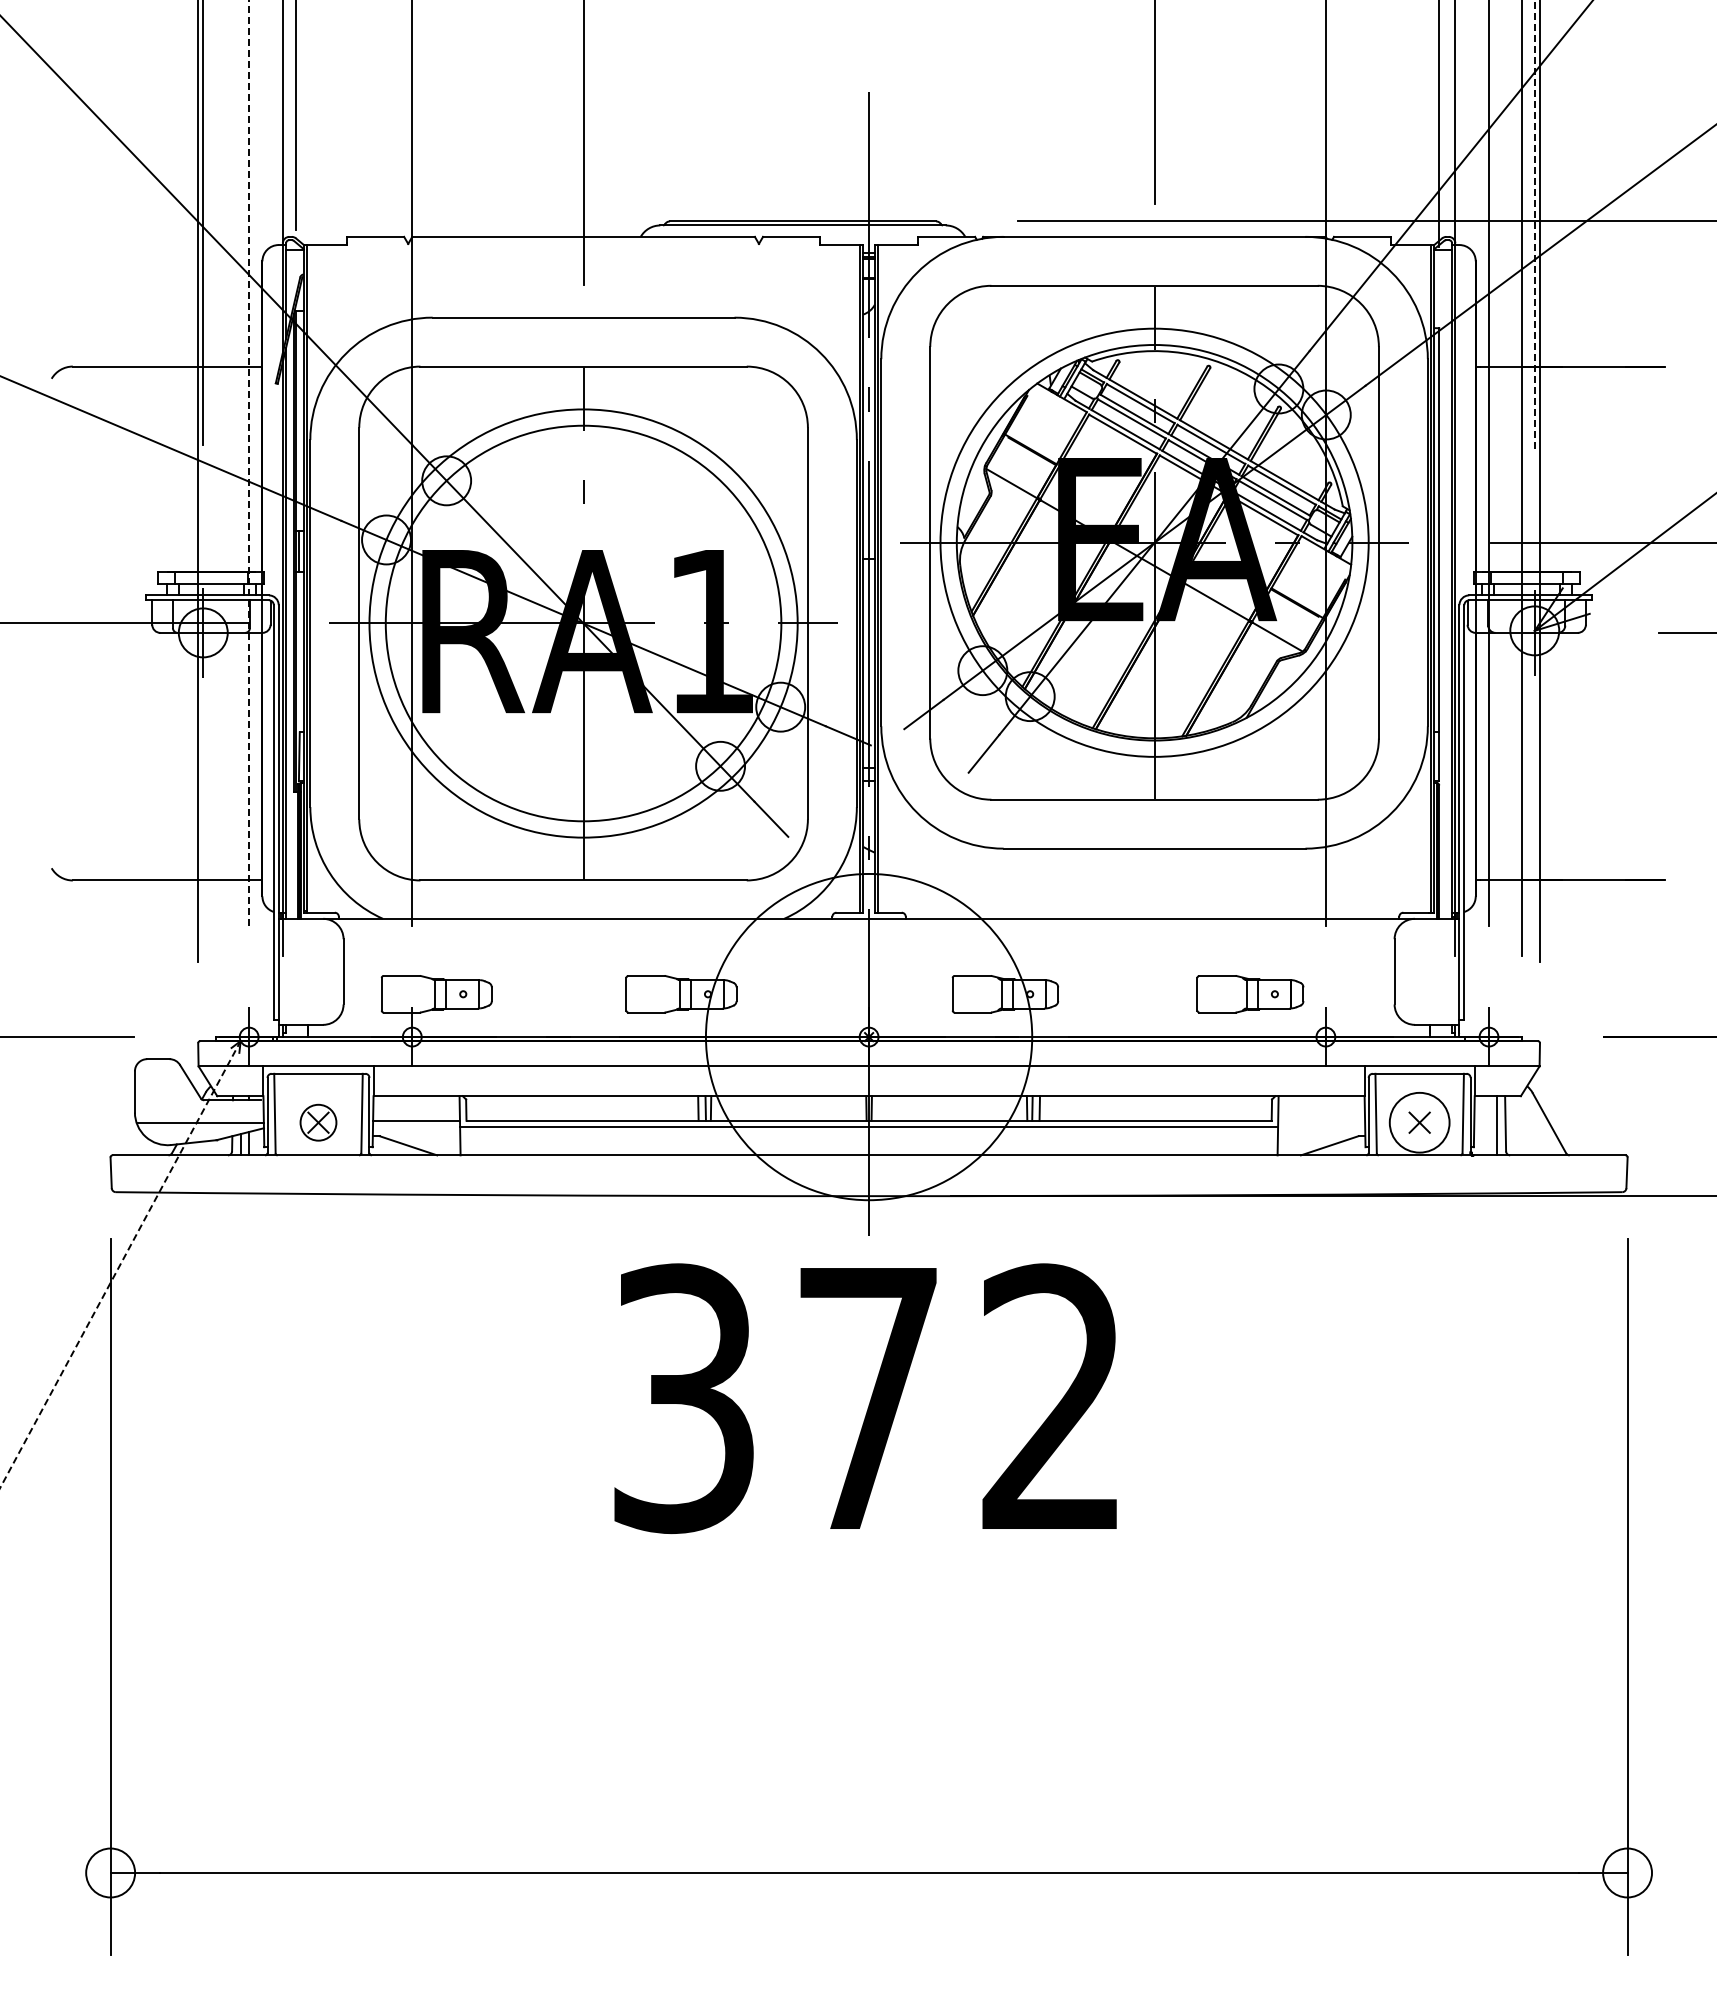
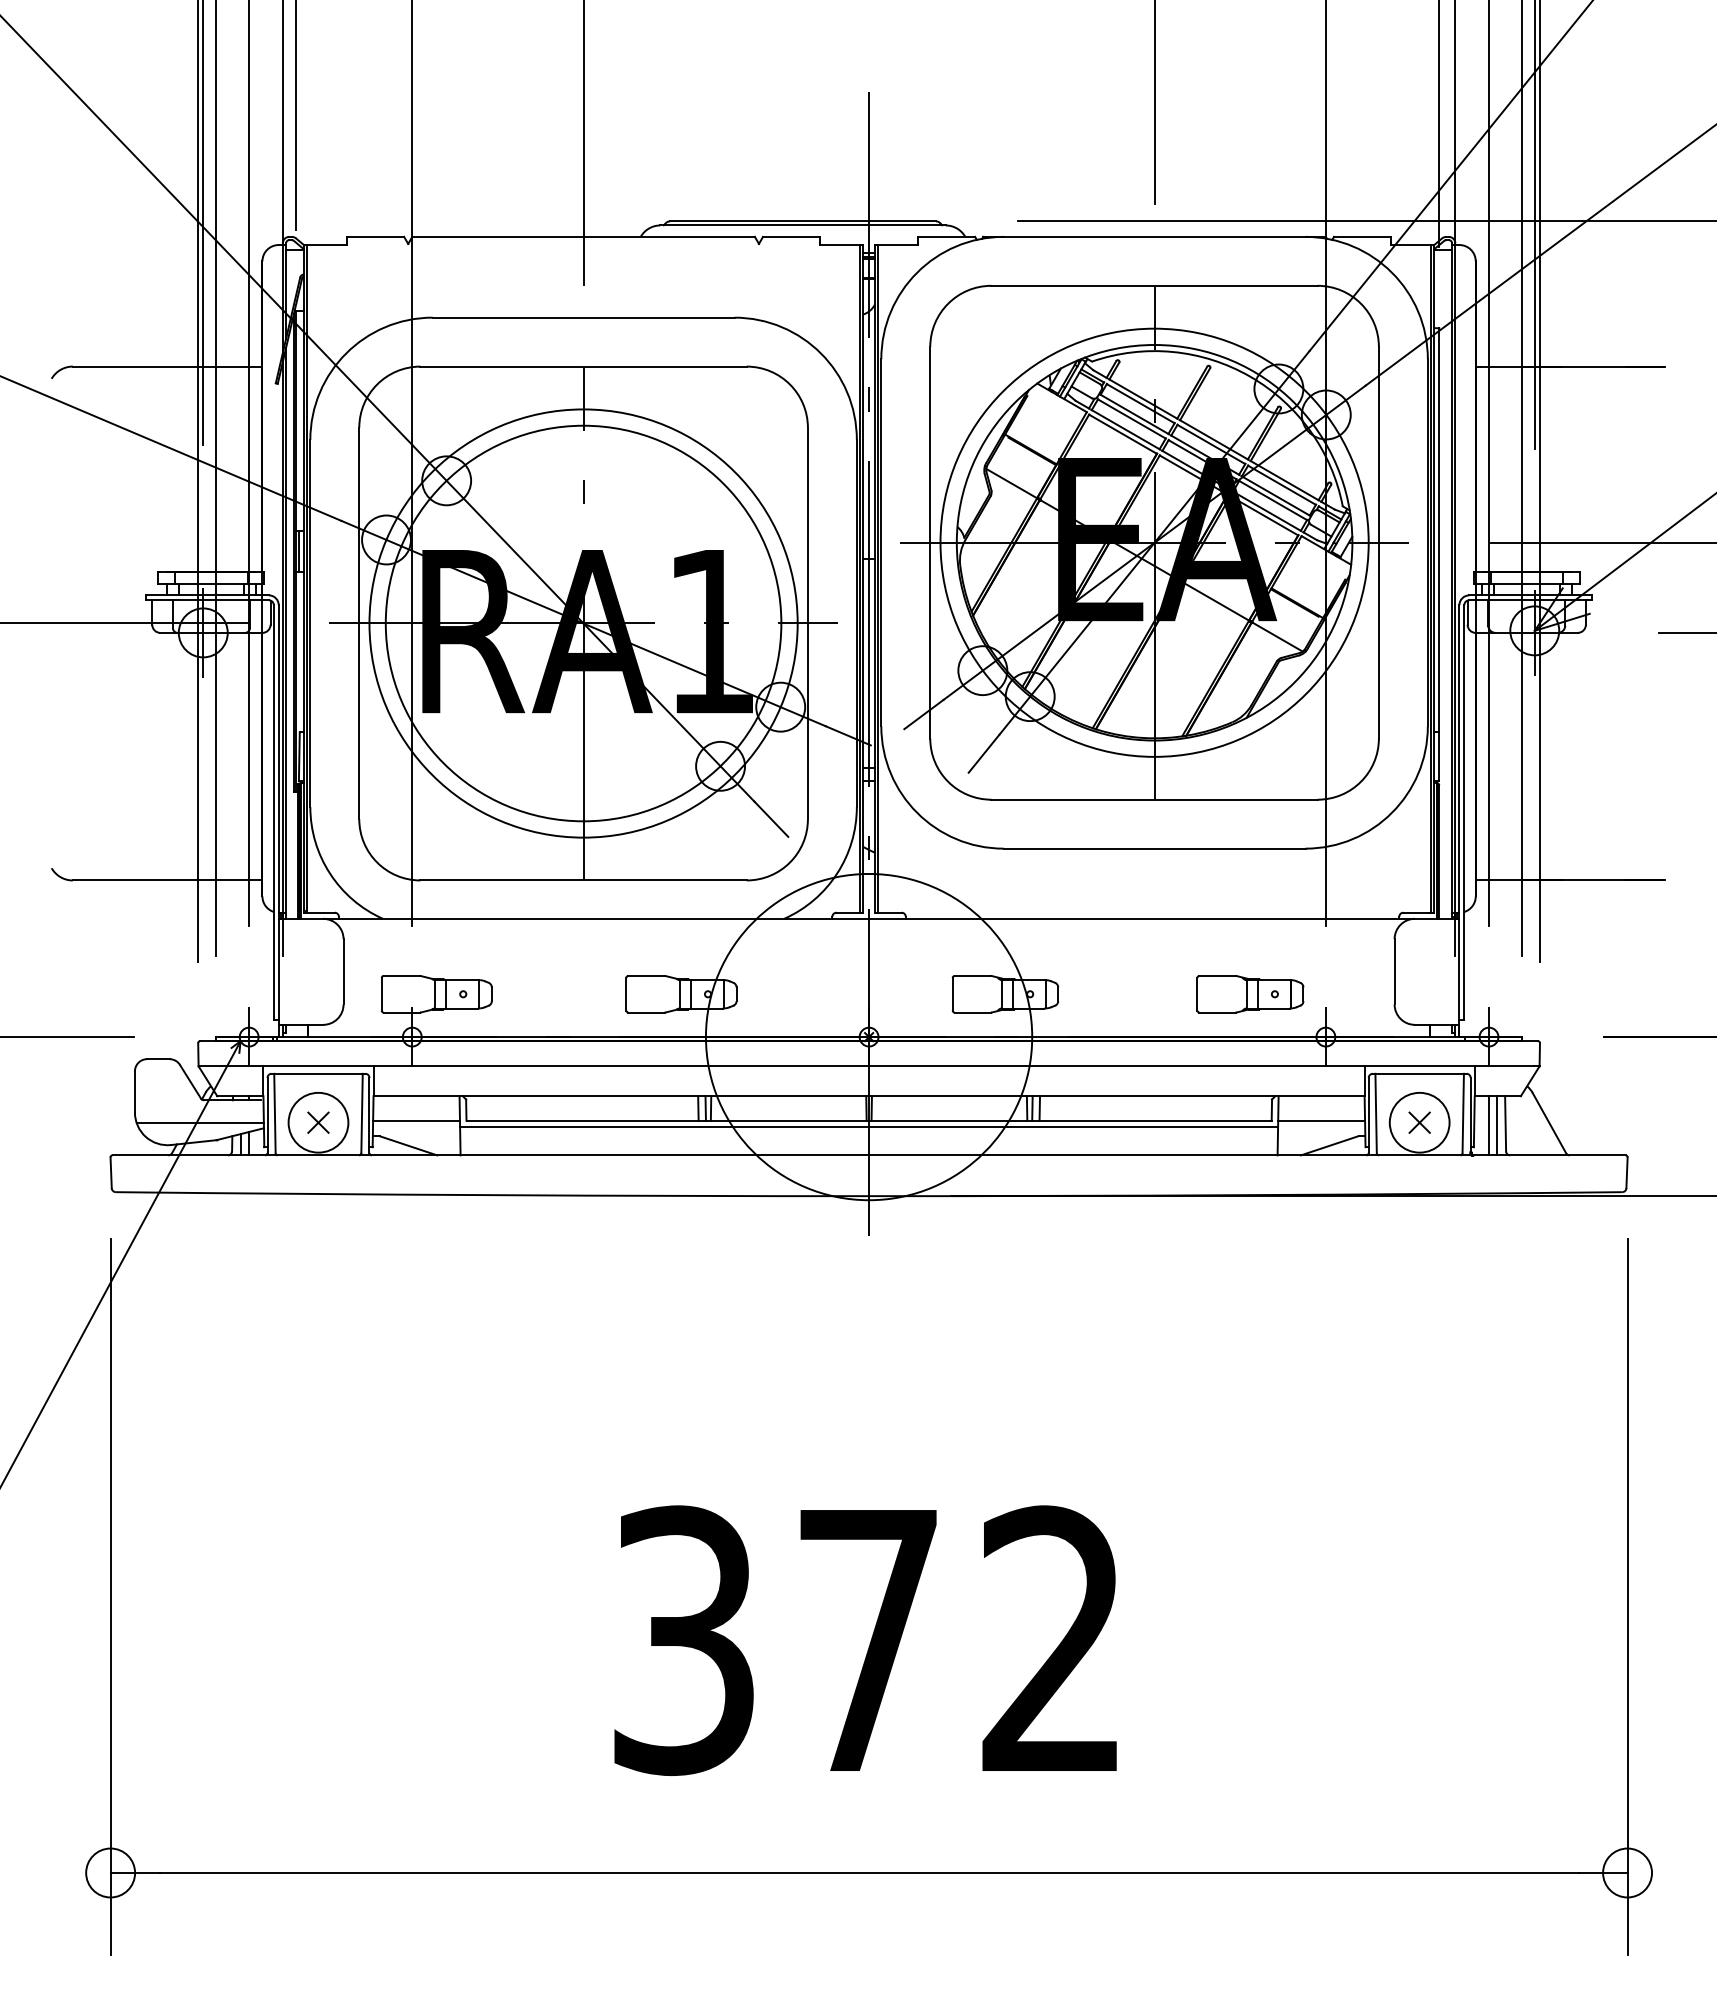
line at (1534, 224): dashed -> solid
line at (249, 462): dashed -> solid
line at (215, 478): none -> present
line at (1321, 1120): none -> present
circle at (318, 1122) diameter: 36 px -> 60 px
line at (1489, 1125): none -> present
line at (120, 1264): dashed -> solid
text at (865, 1398) position: (865, 1398) -> (865, 1640)
